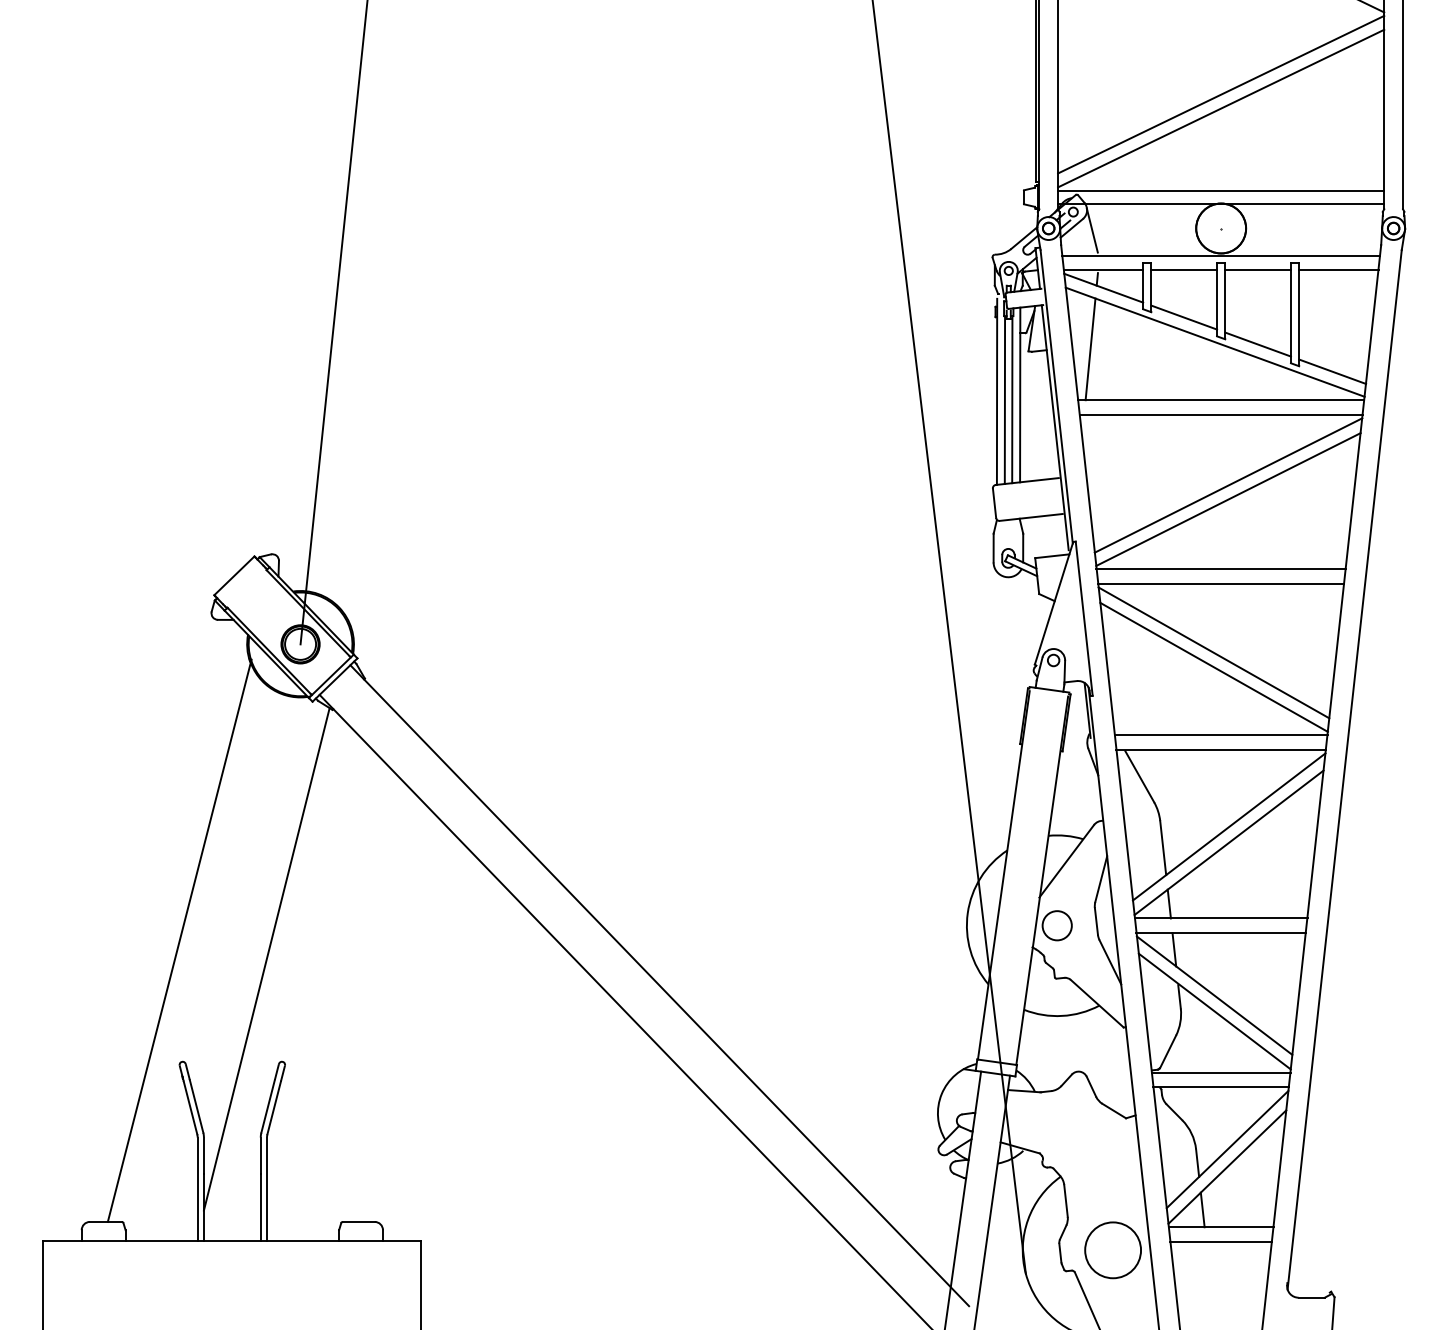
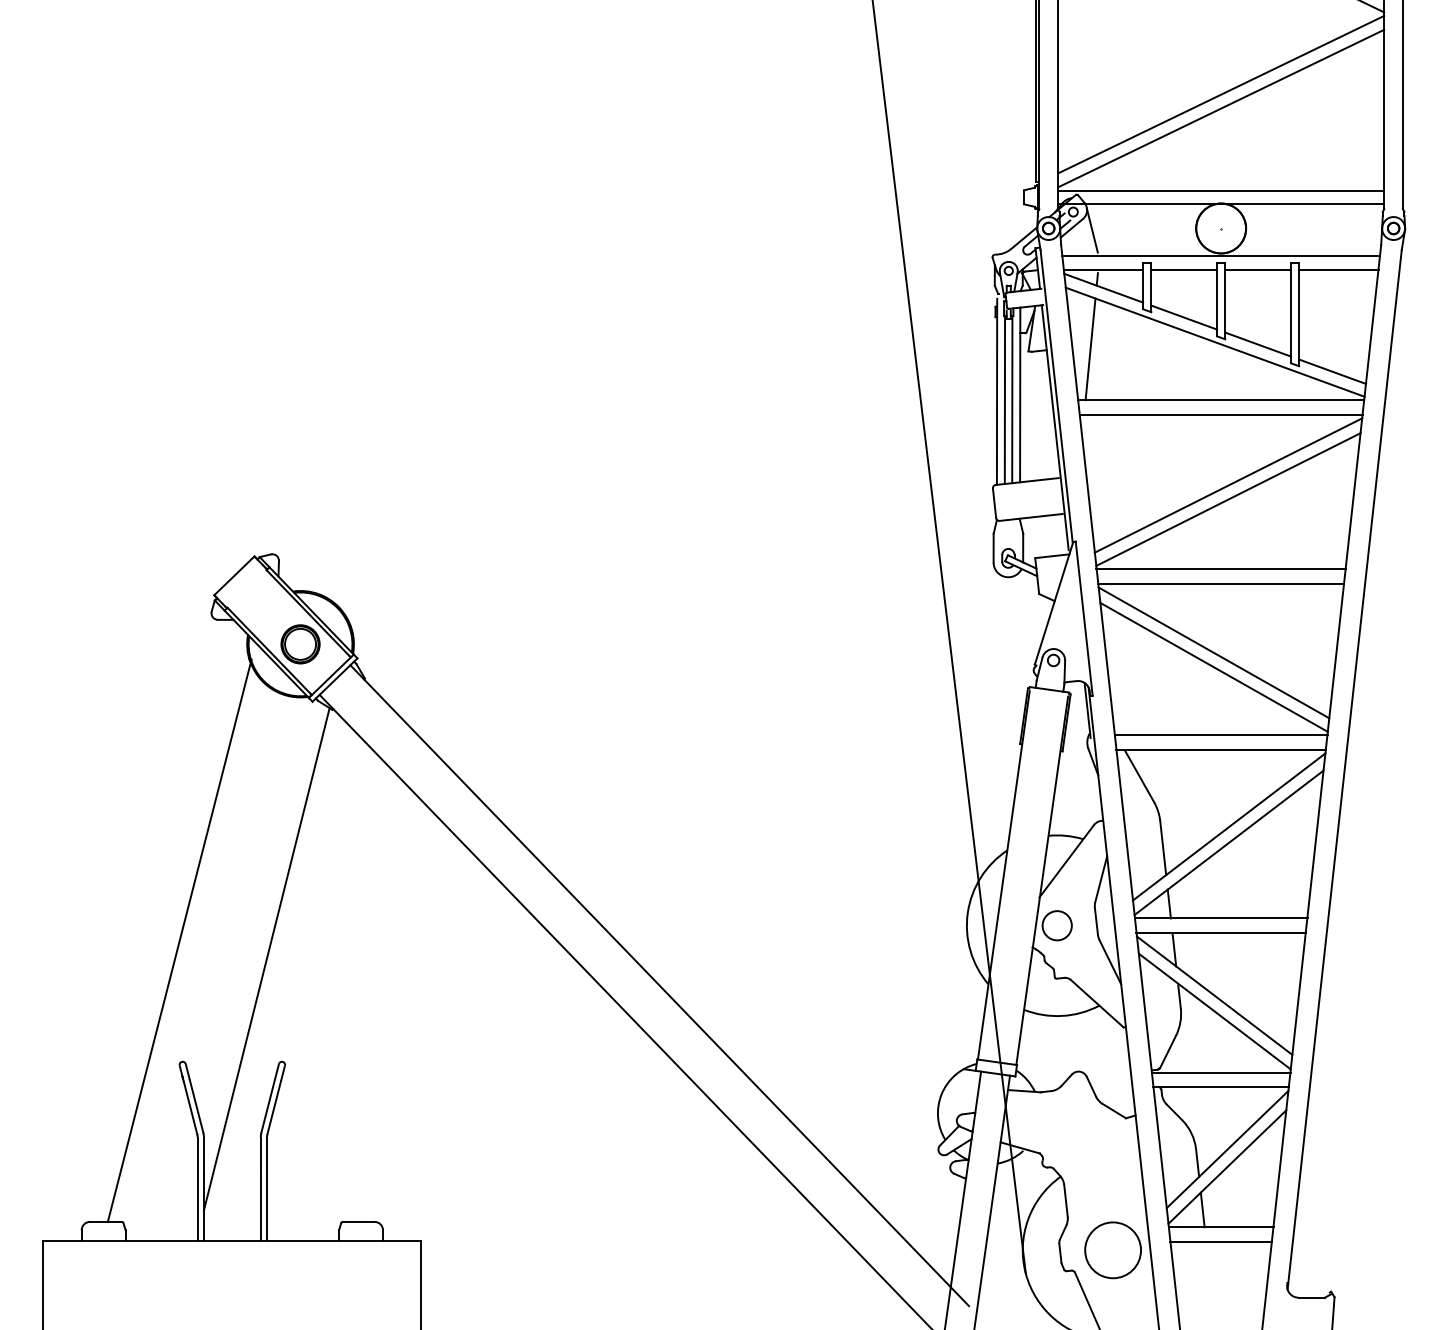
line at (333, 323): present -> none
